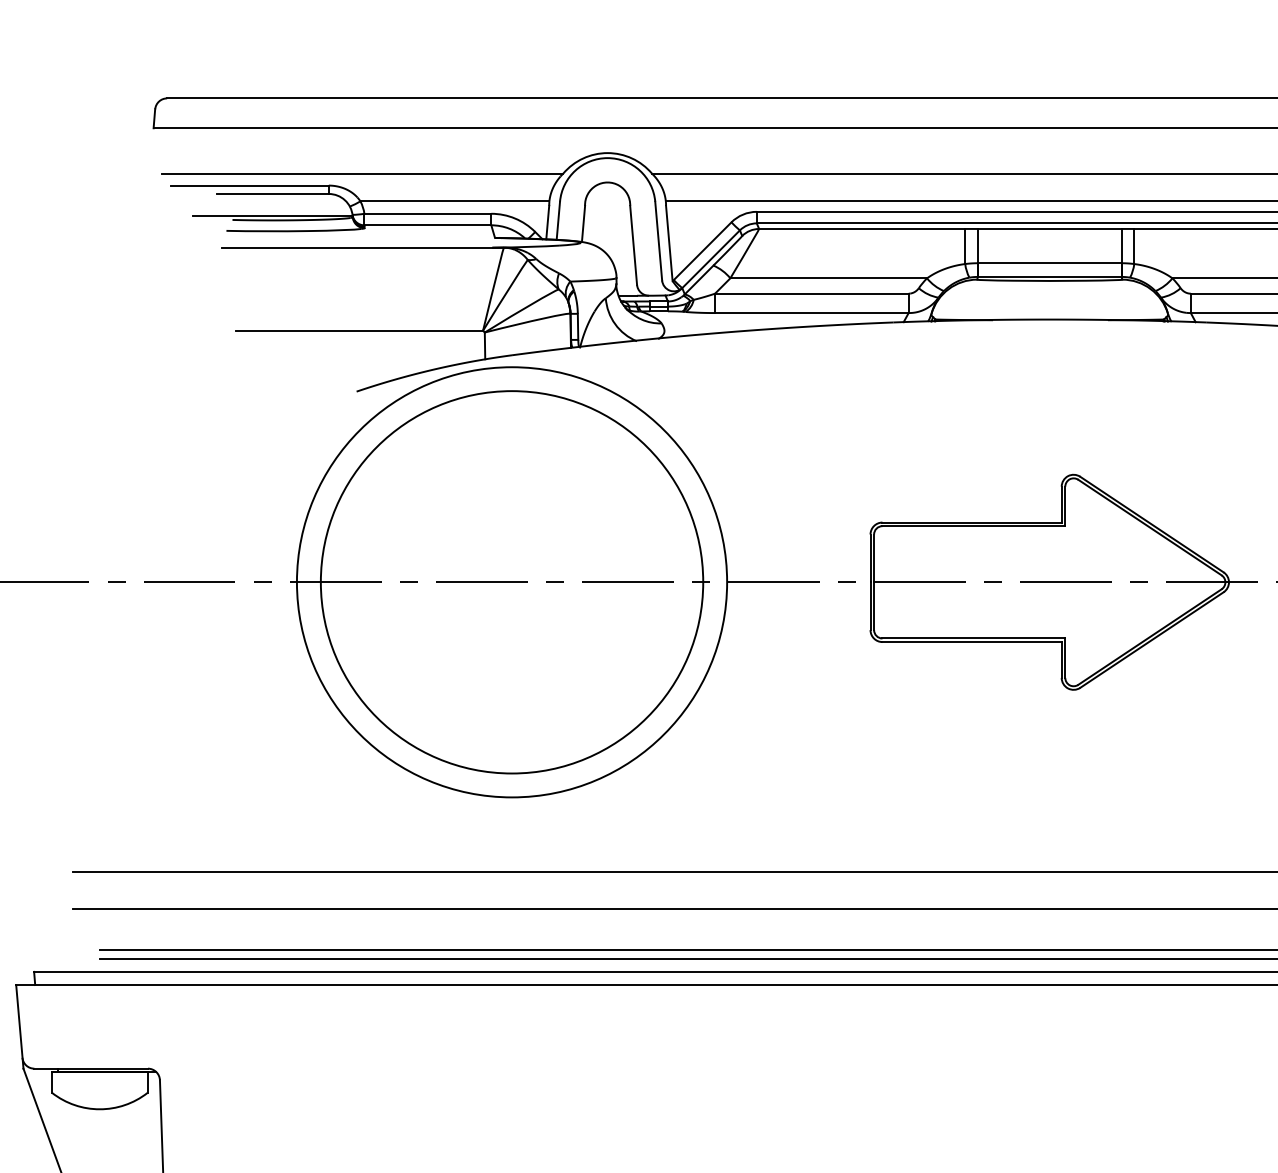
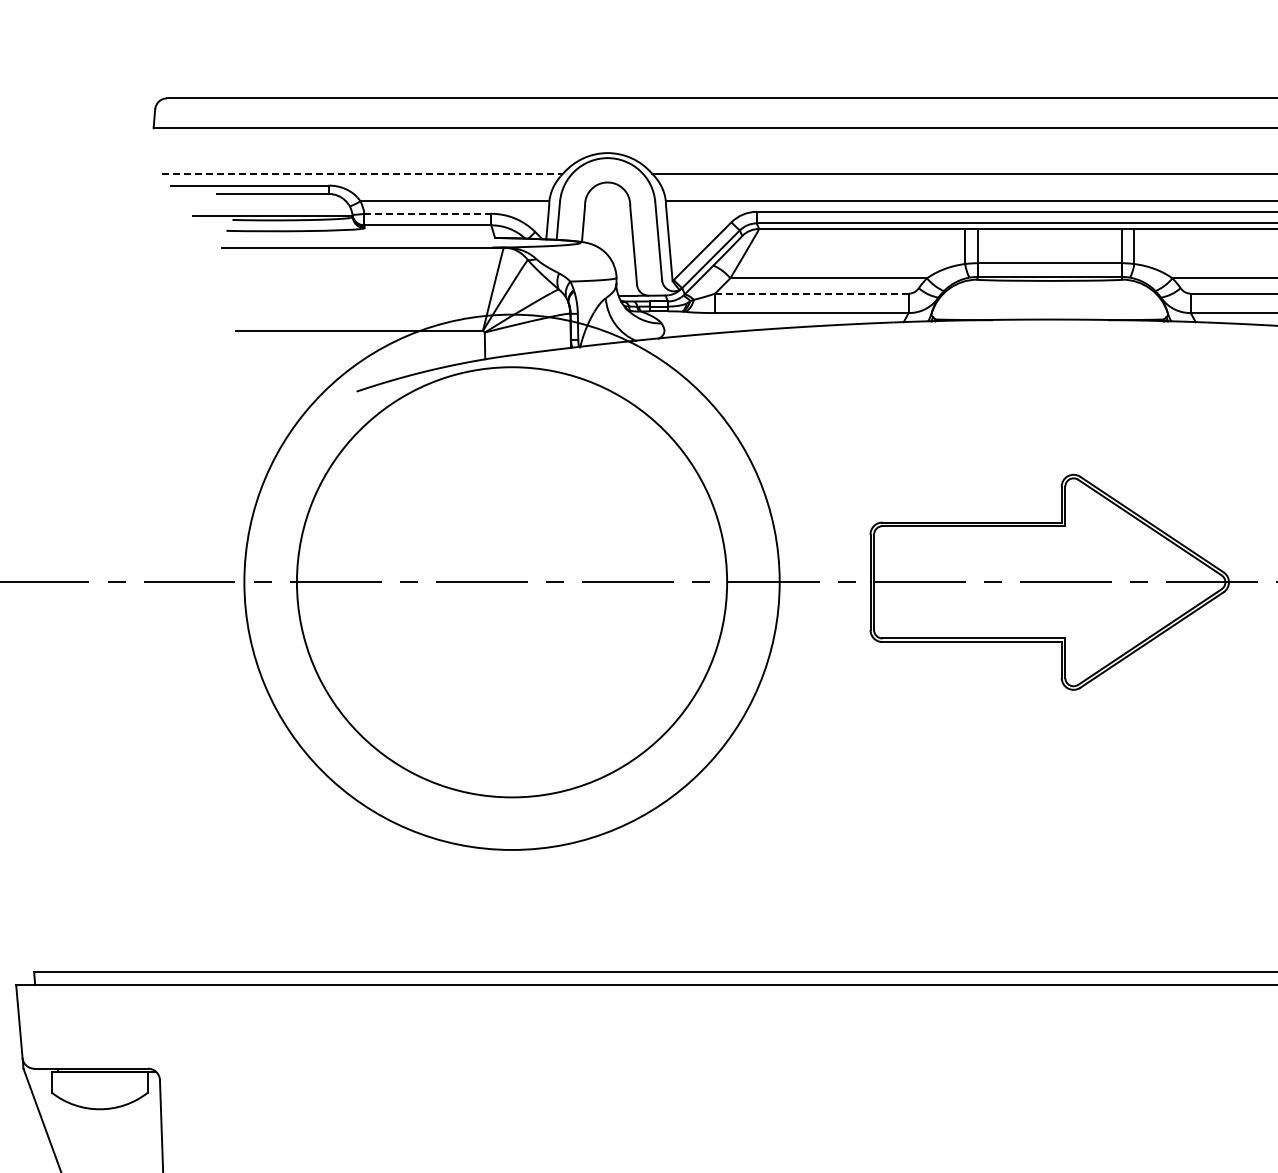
line at (362, 173): solid -> dashed
line at (428, 213): solid -> dashed
line at (811, 293): solid -> dashed
circle at (511, 582) diameter: 382 px -> 535 px
line at (673, 872): present -> none
line at (673, 909): present -> none
line at (687, 950): present -> none
line at (687, 959): present -> none
